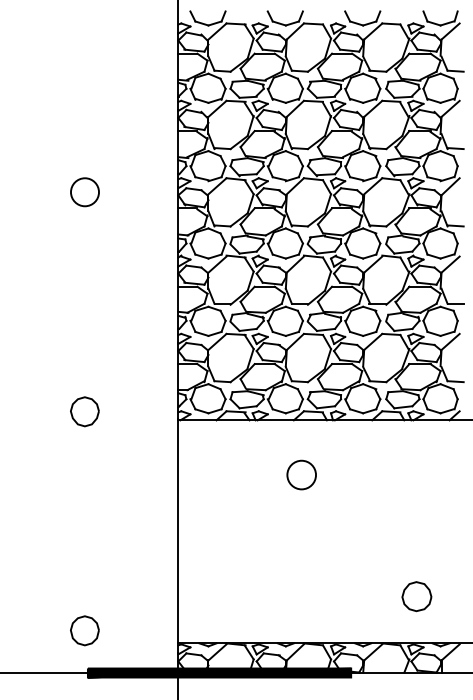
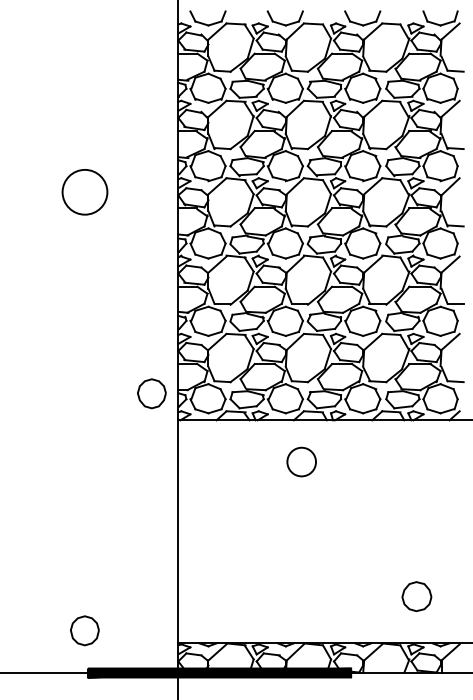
circle at (85, 192) diameter: 28 px -> 45 px
part at (84, 411) position: (84, 411) -> (151, 393)
circle at (301, 474) position: (301, 474) -> (301, 461)
